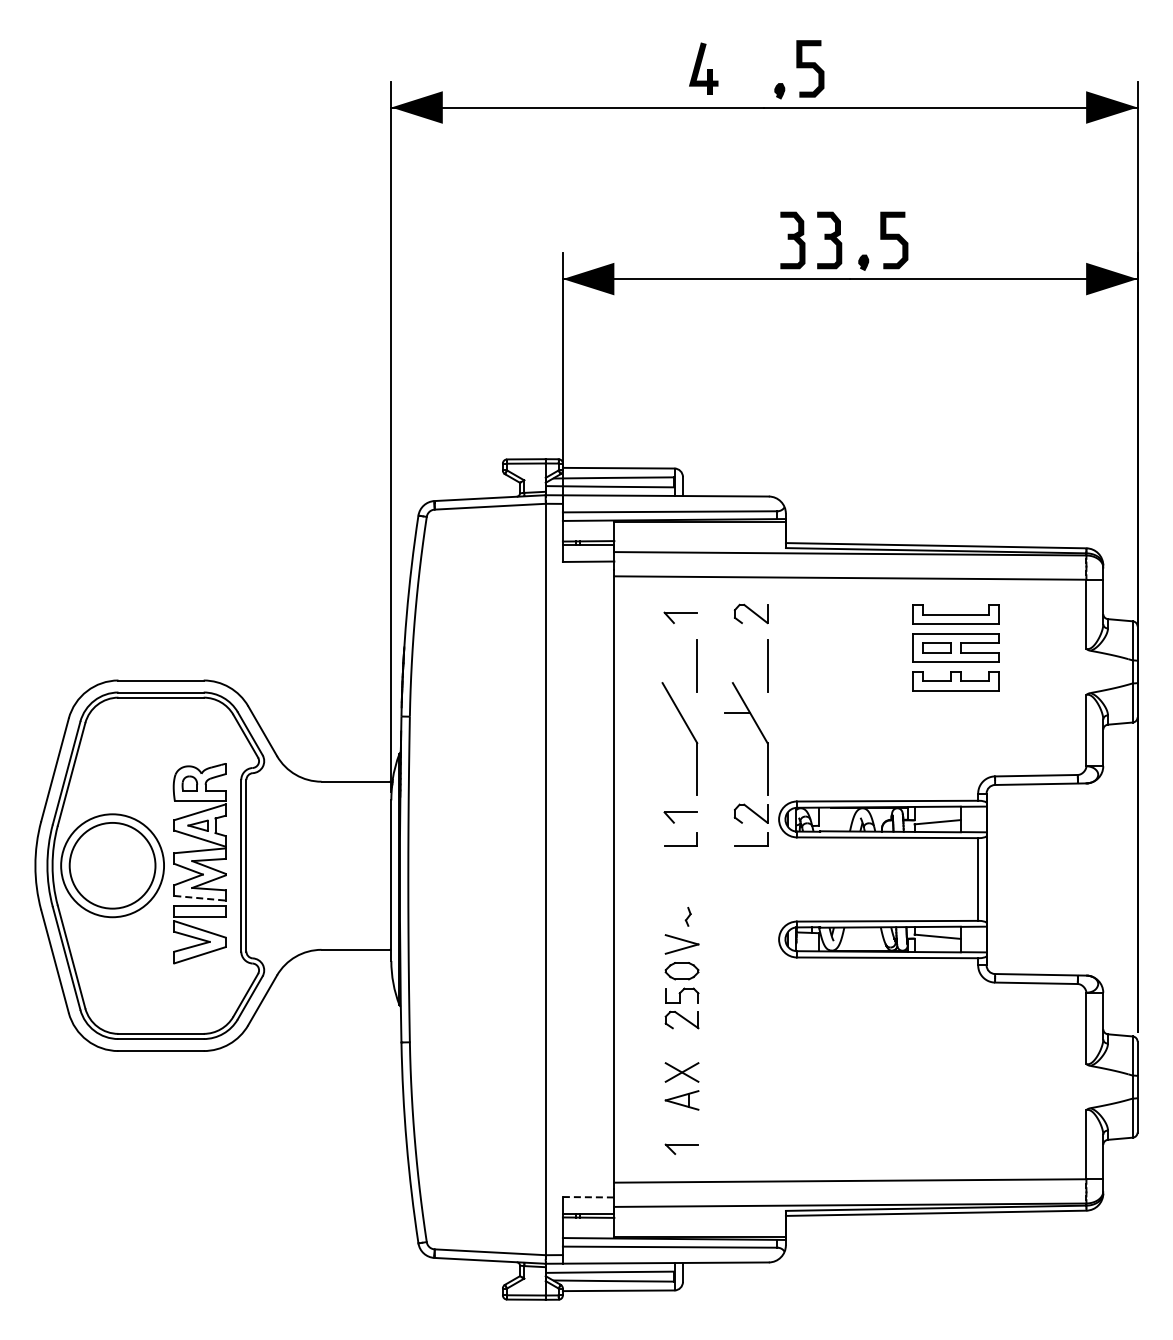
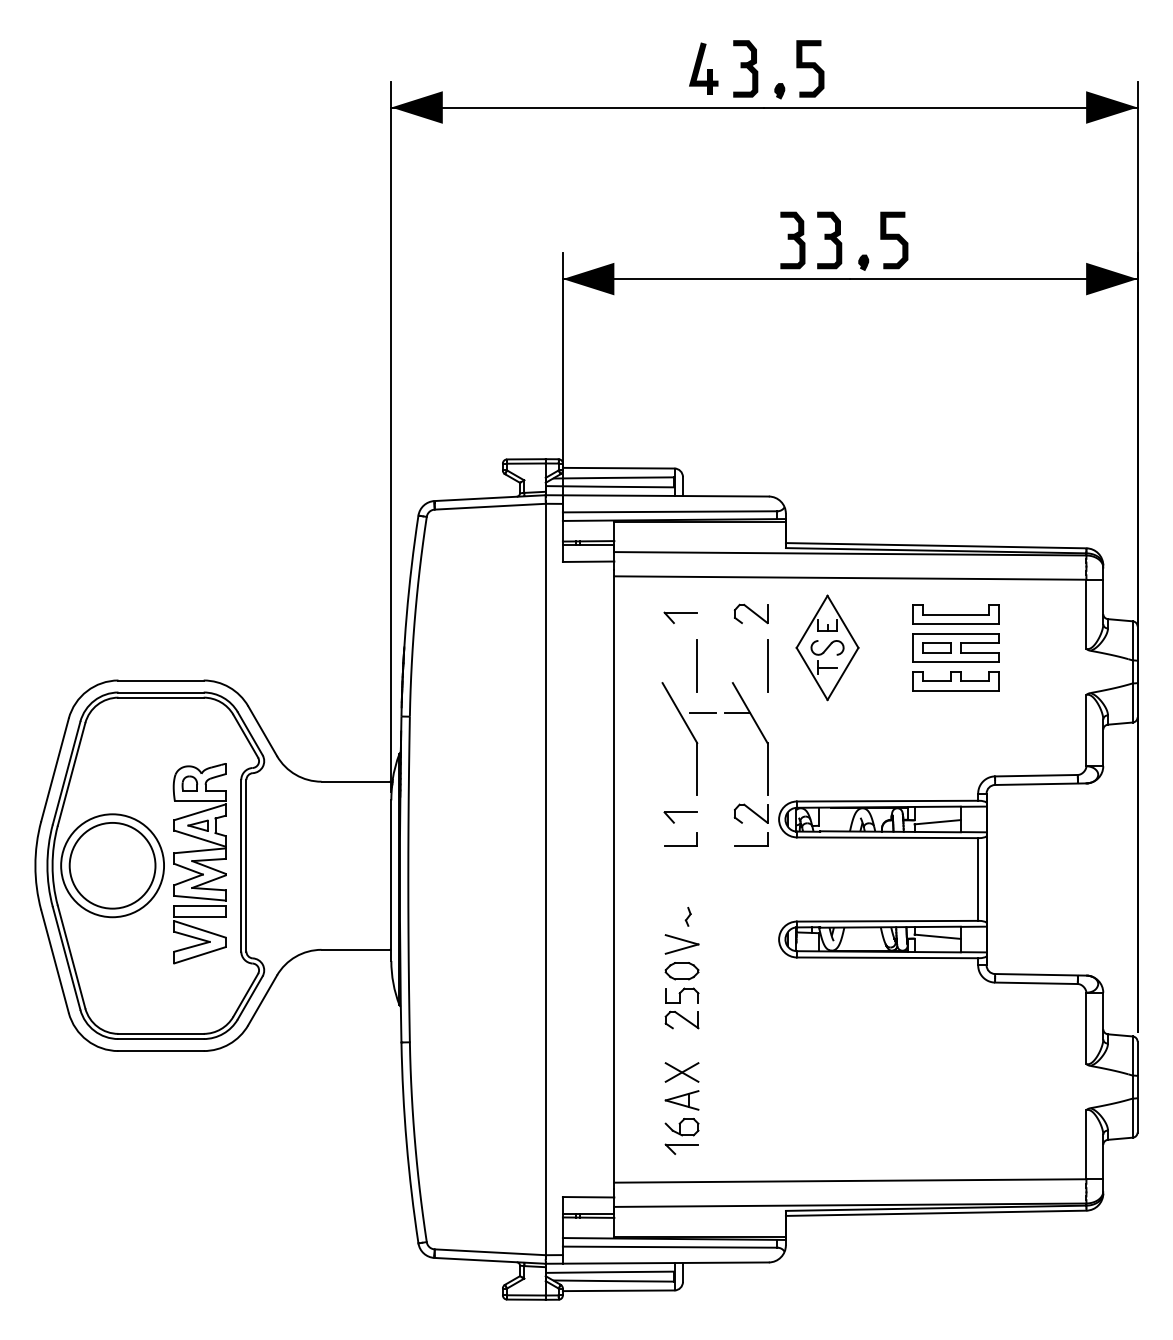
part at (745, 68): none -> present
part at (827, 647): none -> present
line at (703, 713): none -> present
line at (200, 898): dashed -> solid
part at (681, 1127): none -> present
line at (588, 1197): dashed -> solid
